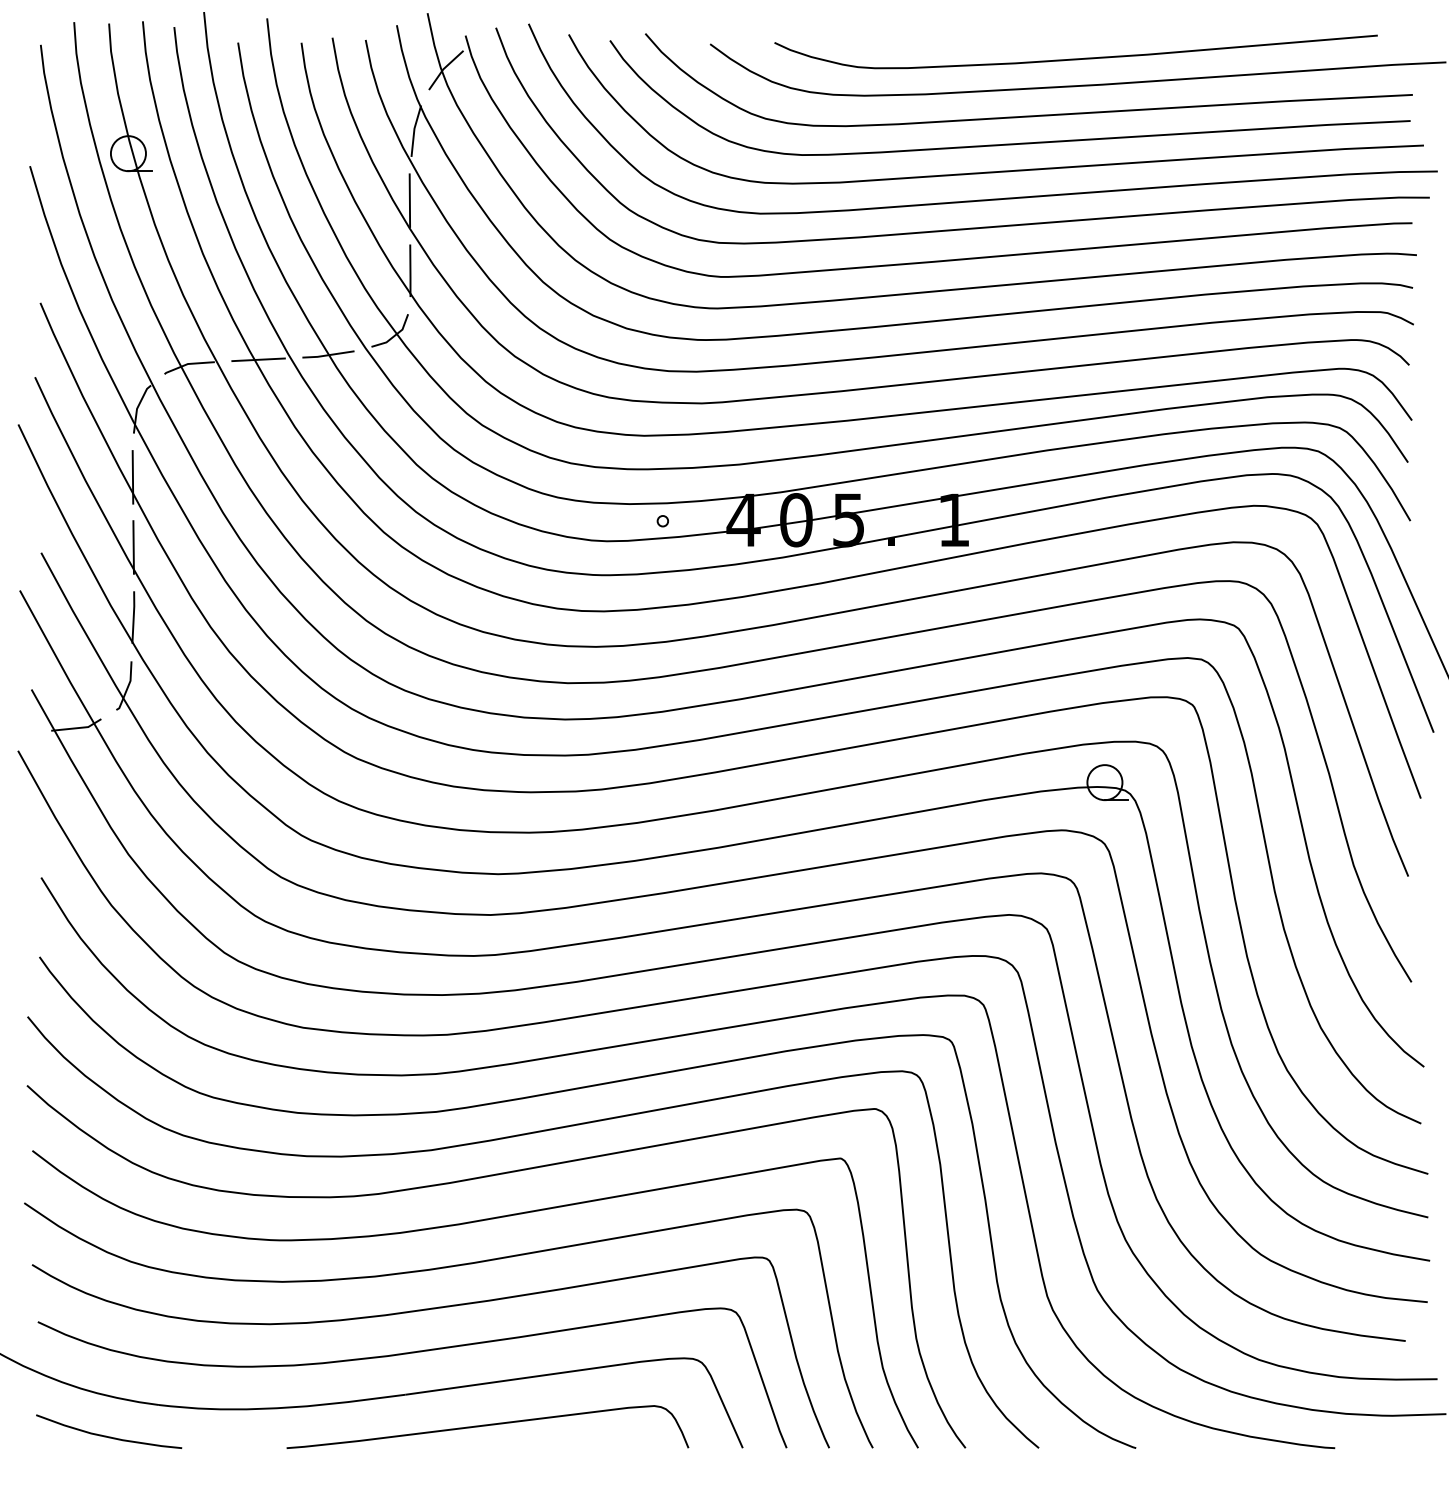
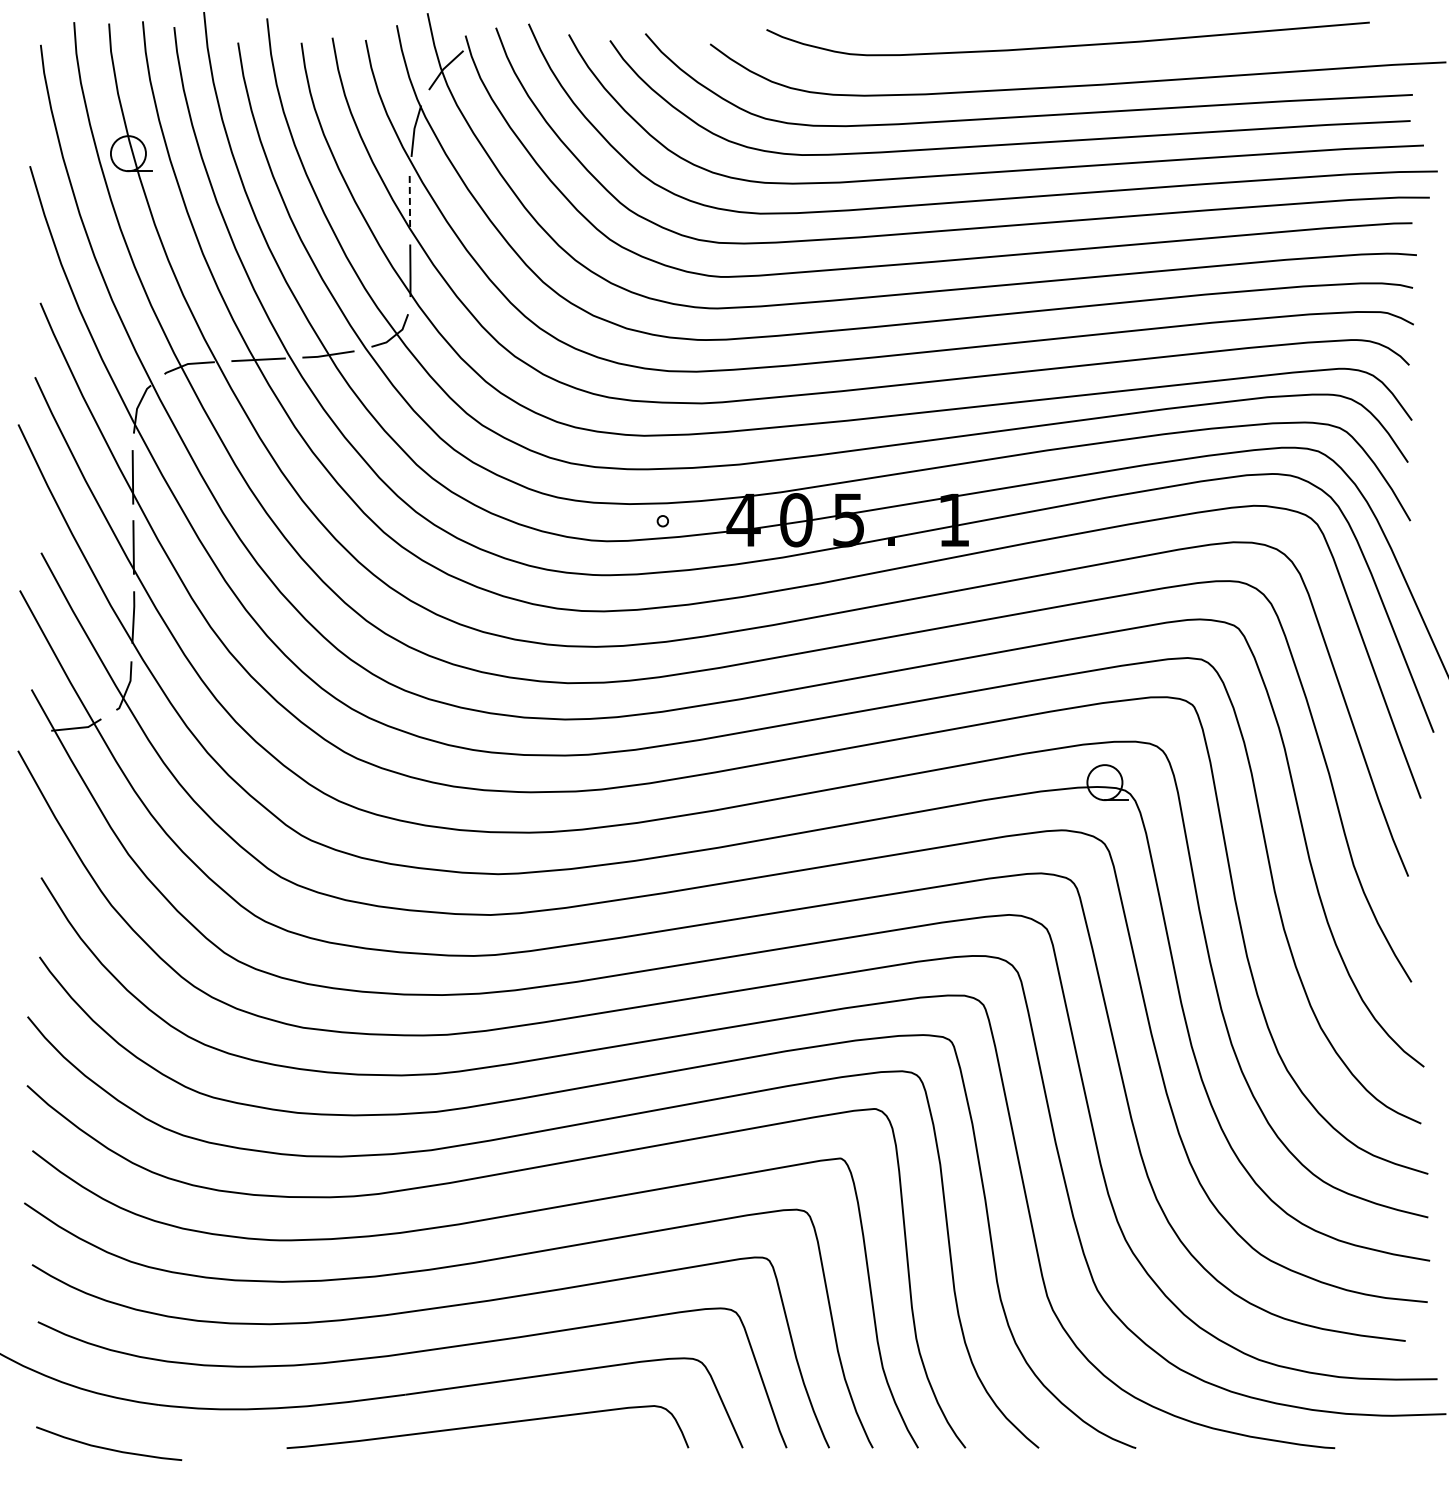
curve at (1075, 58) position: (1075, 58) -> (1067, 45)
line at (409, 200): solid -> dashed
curve at (106, 1435) position: (106, 1435) -> (106, 1447)
